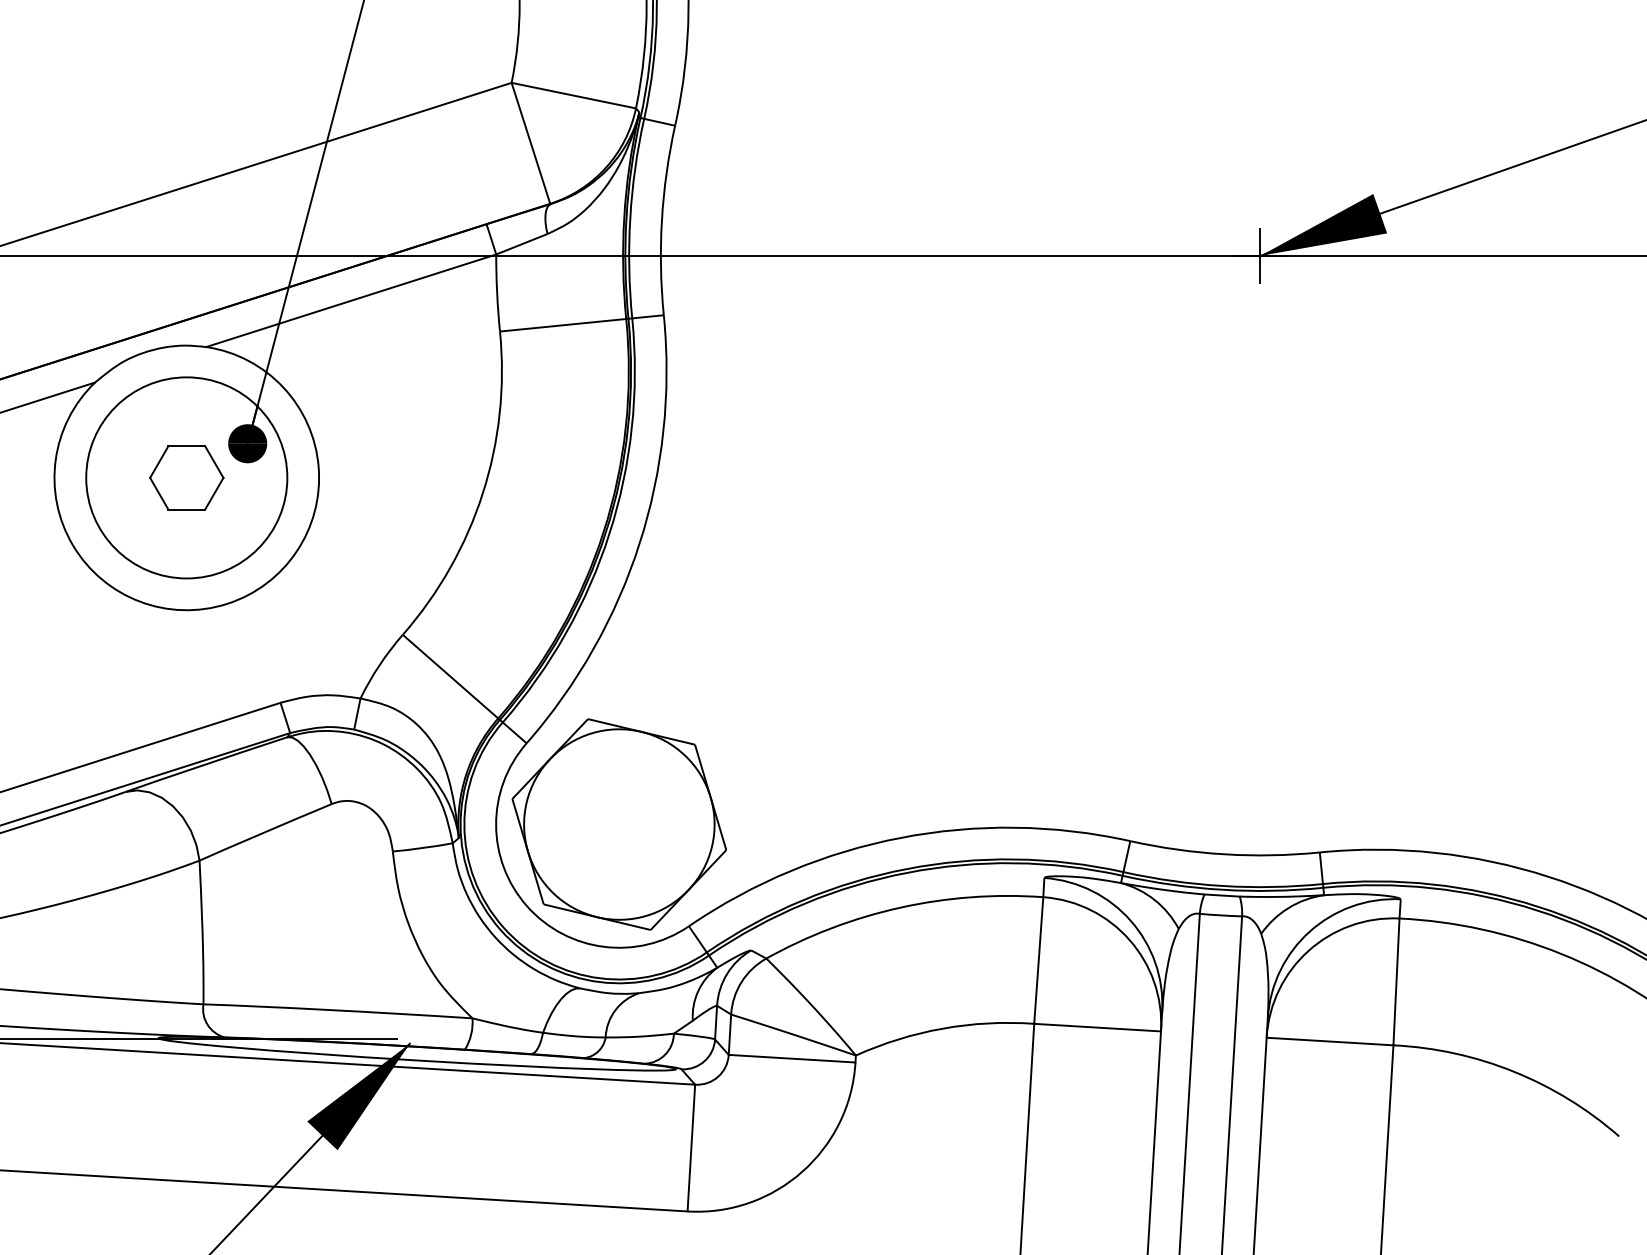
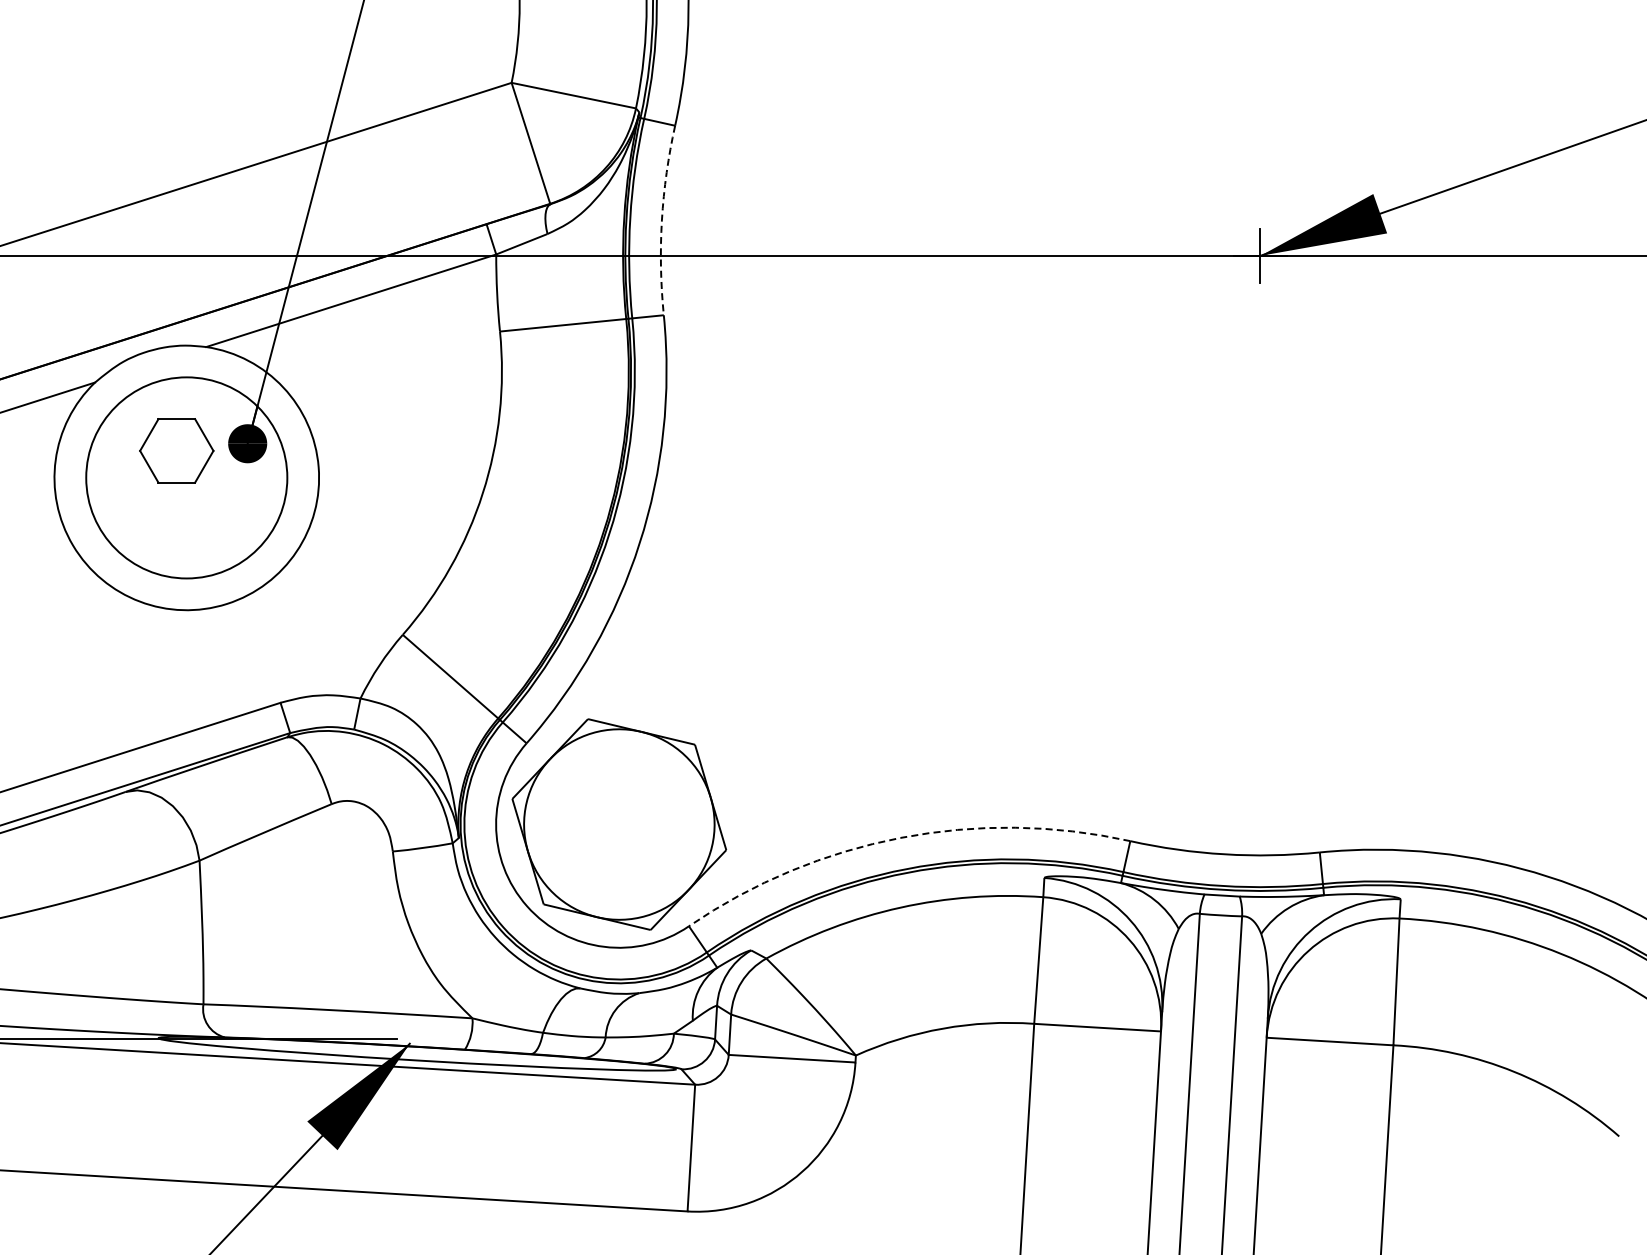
arc at (661, 220): solid -> dashed
part at (186, 477) position: (186, 477) -> (176, 450)
arc at (900, 837): solid -> dashed
